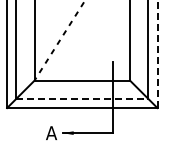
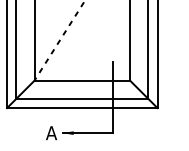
line at (157, 54): dashed -> solid
line at (82, 98): dashed -> solid
